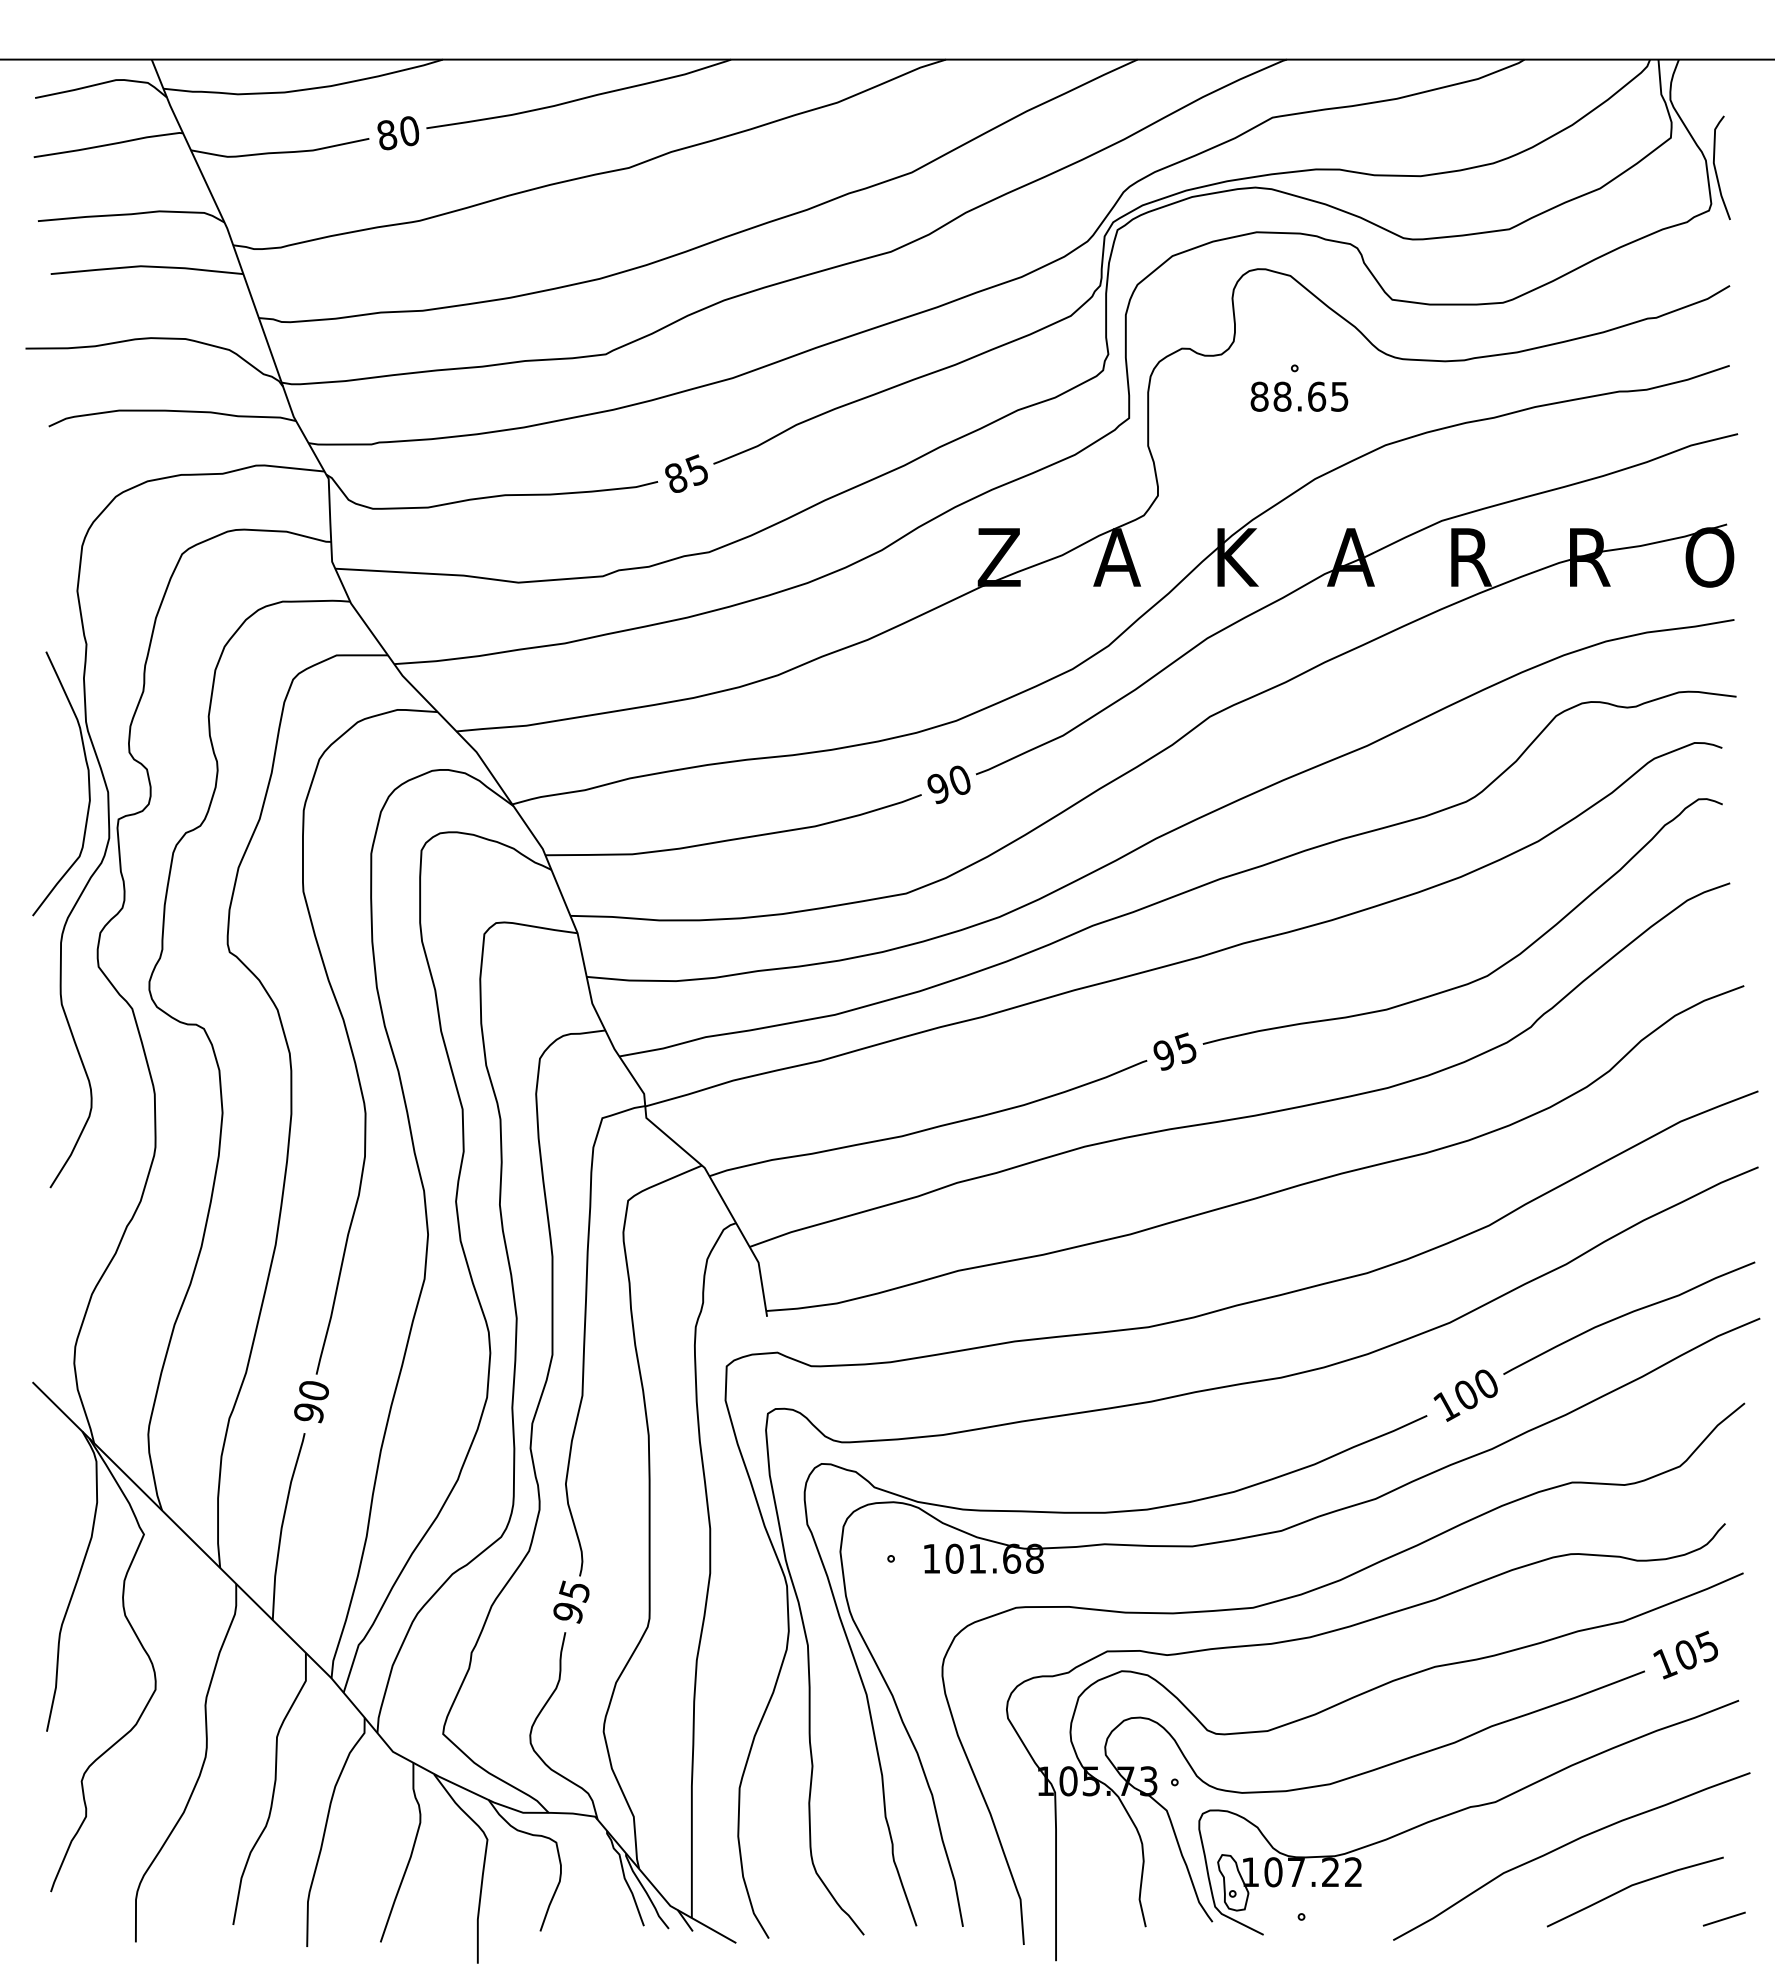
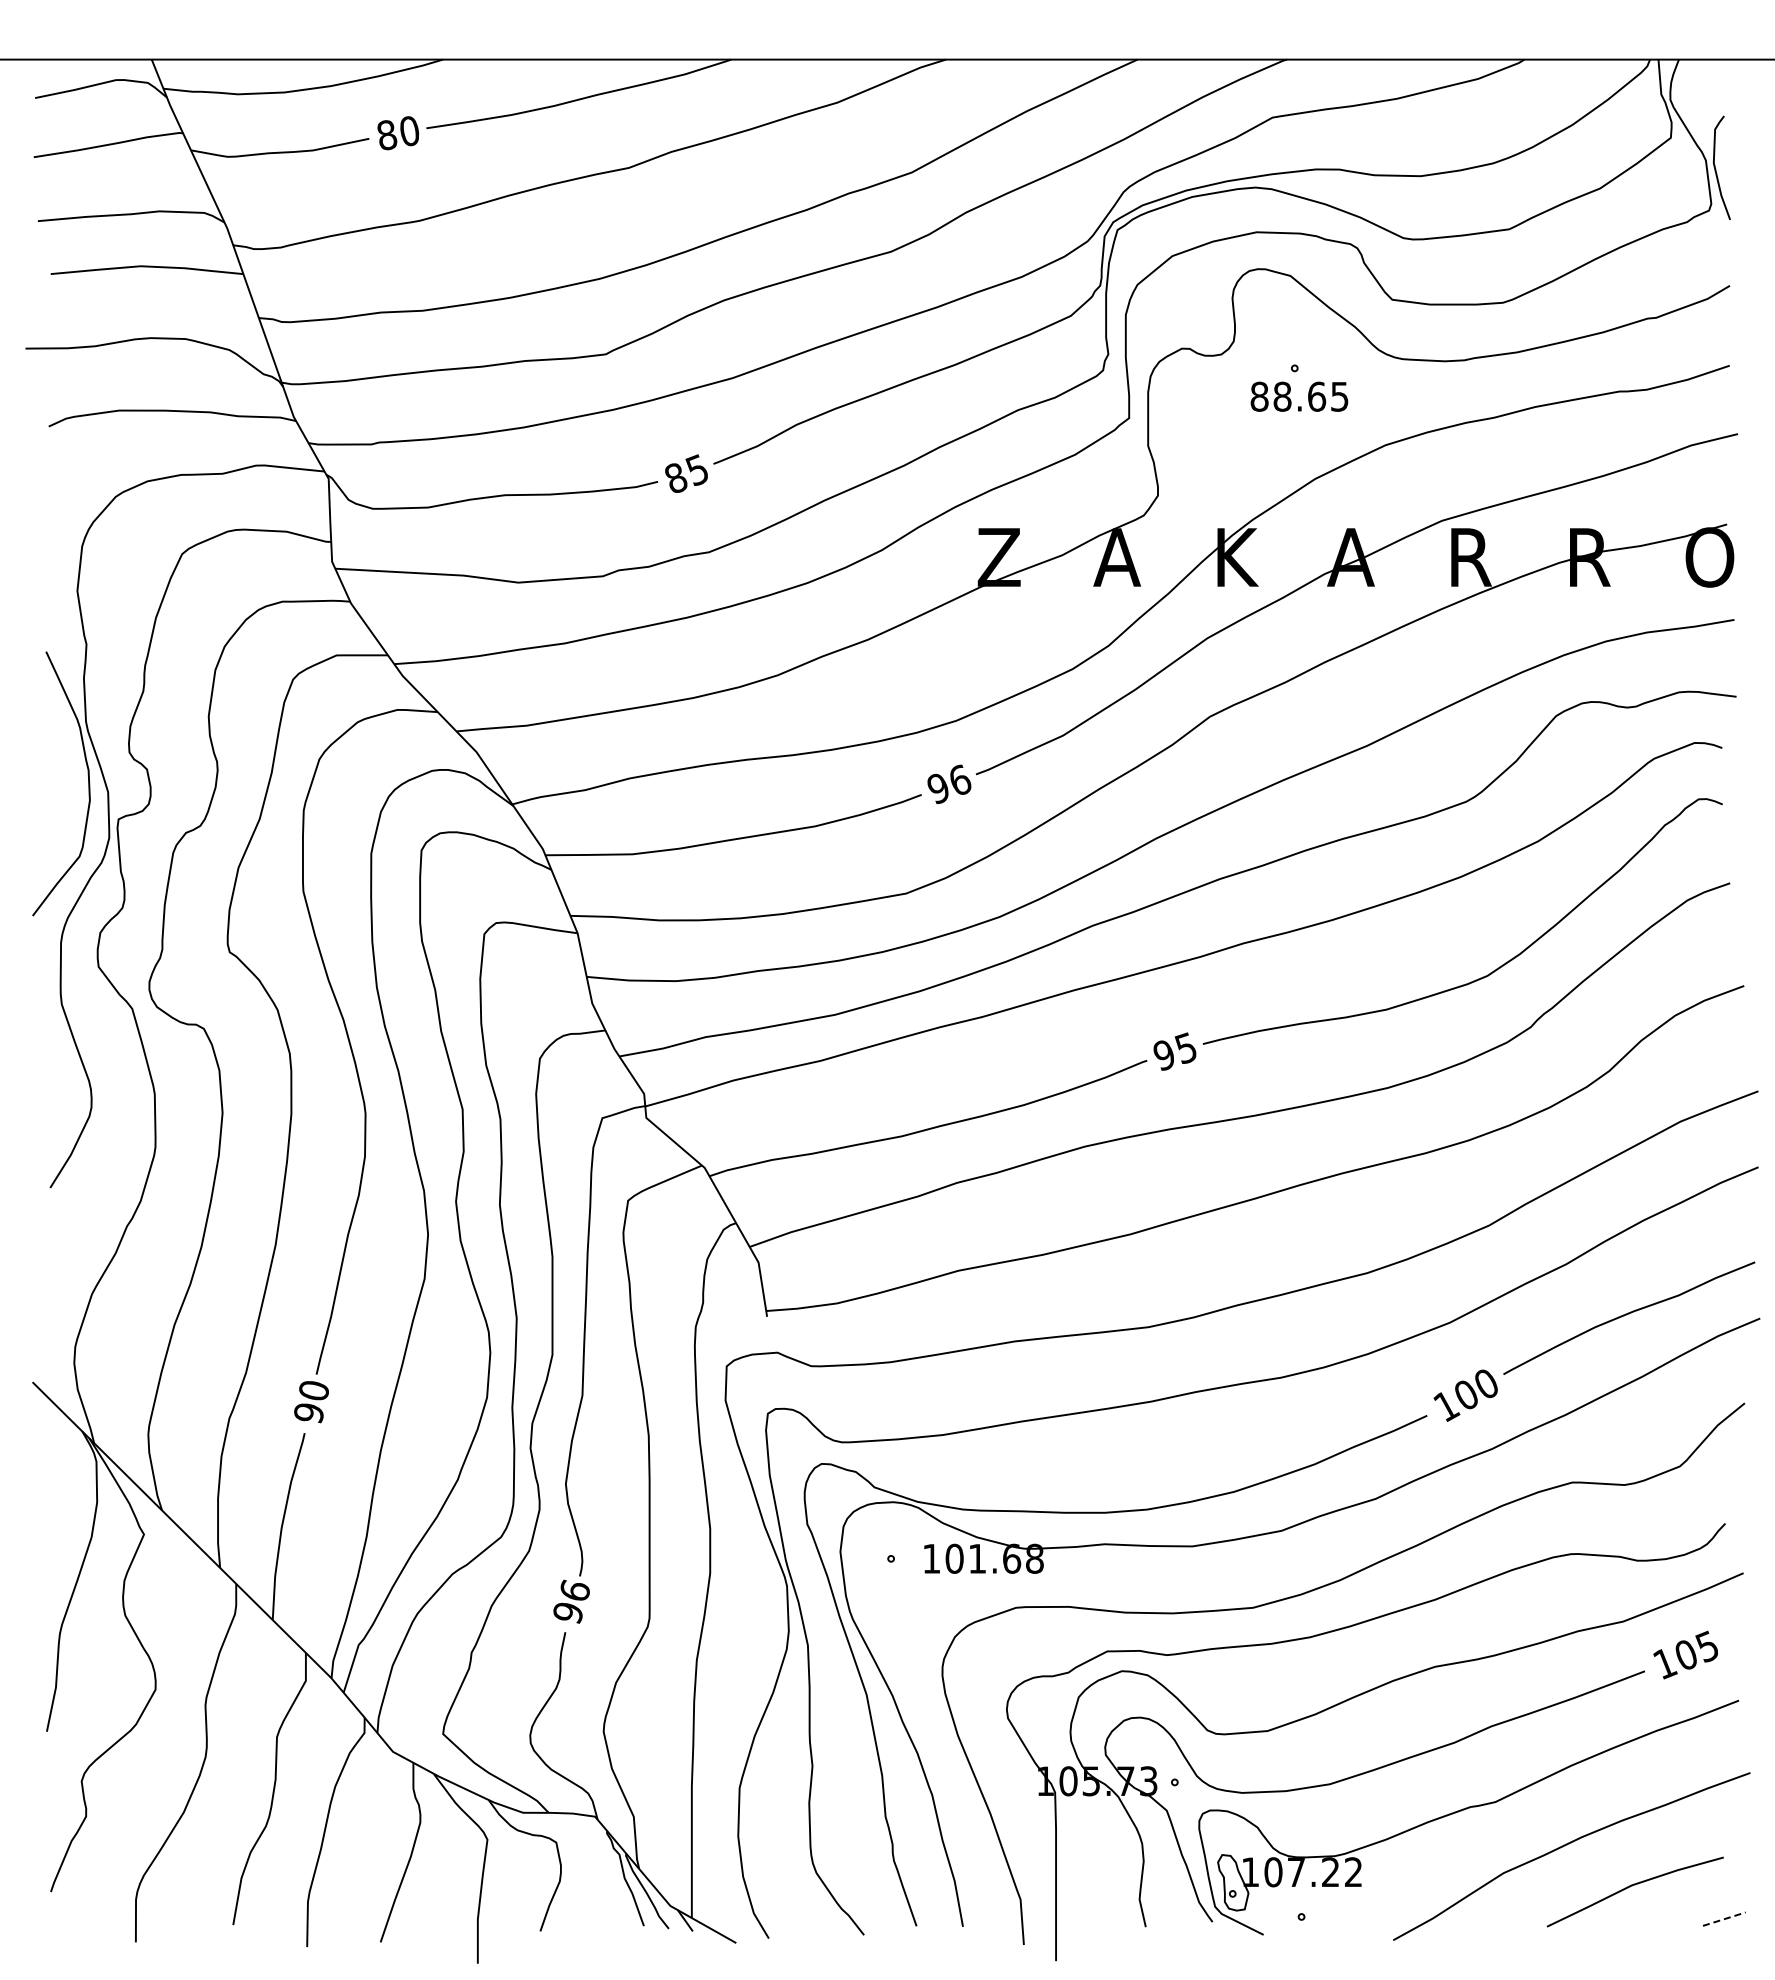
text at (960, 779): 90 -> 96
text at (574, 1590): 95 -> 96
line at (1724, 1919): solid -> dashed
